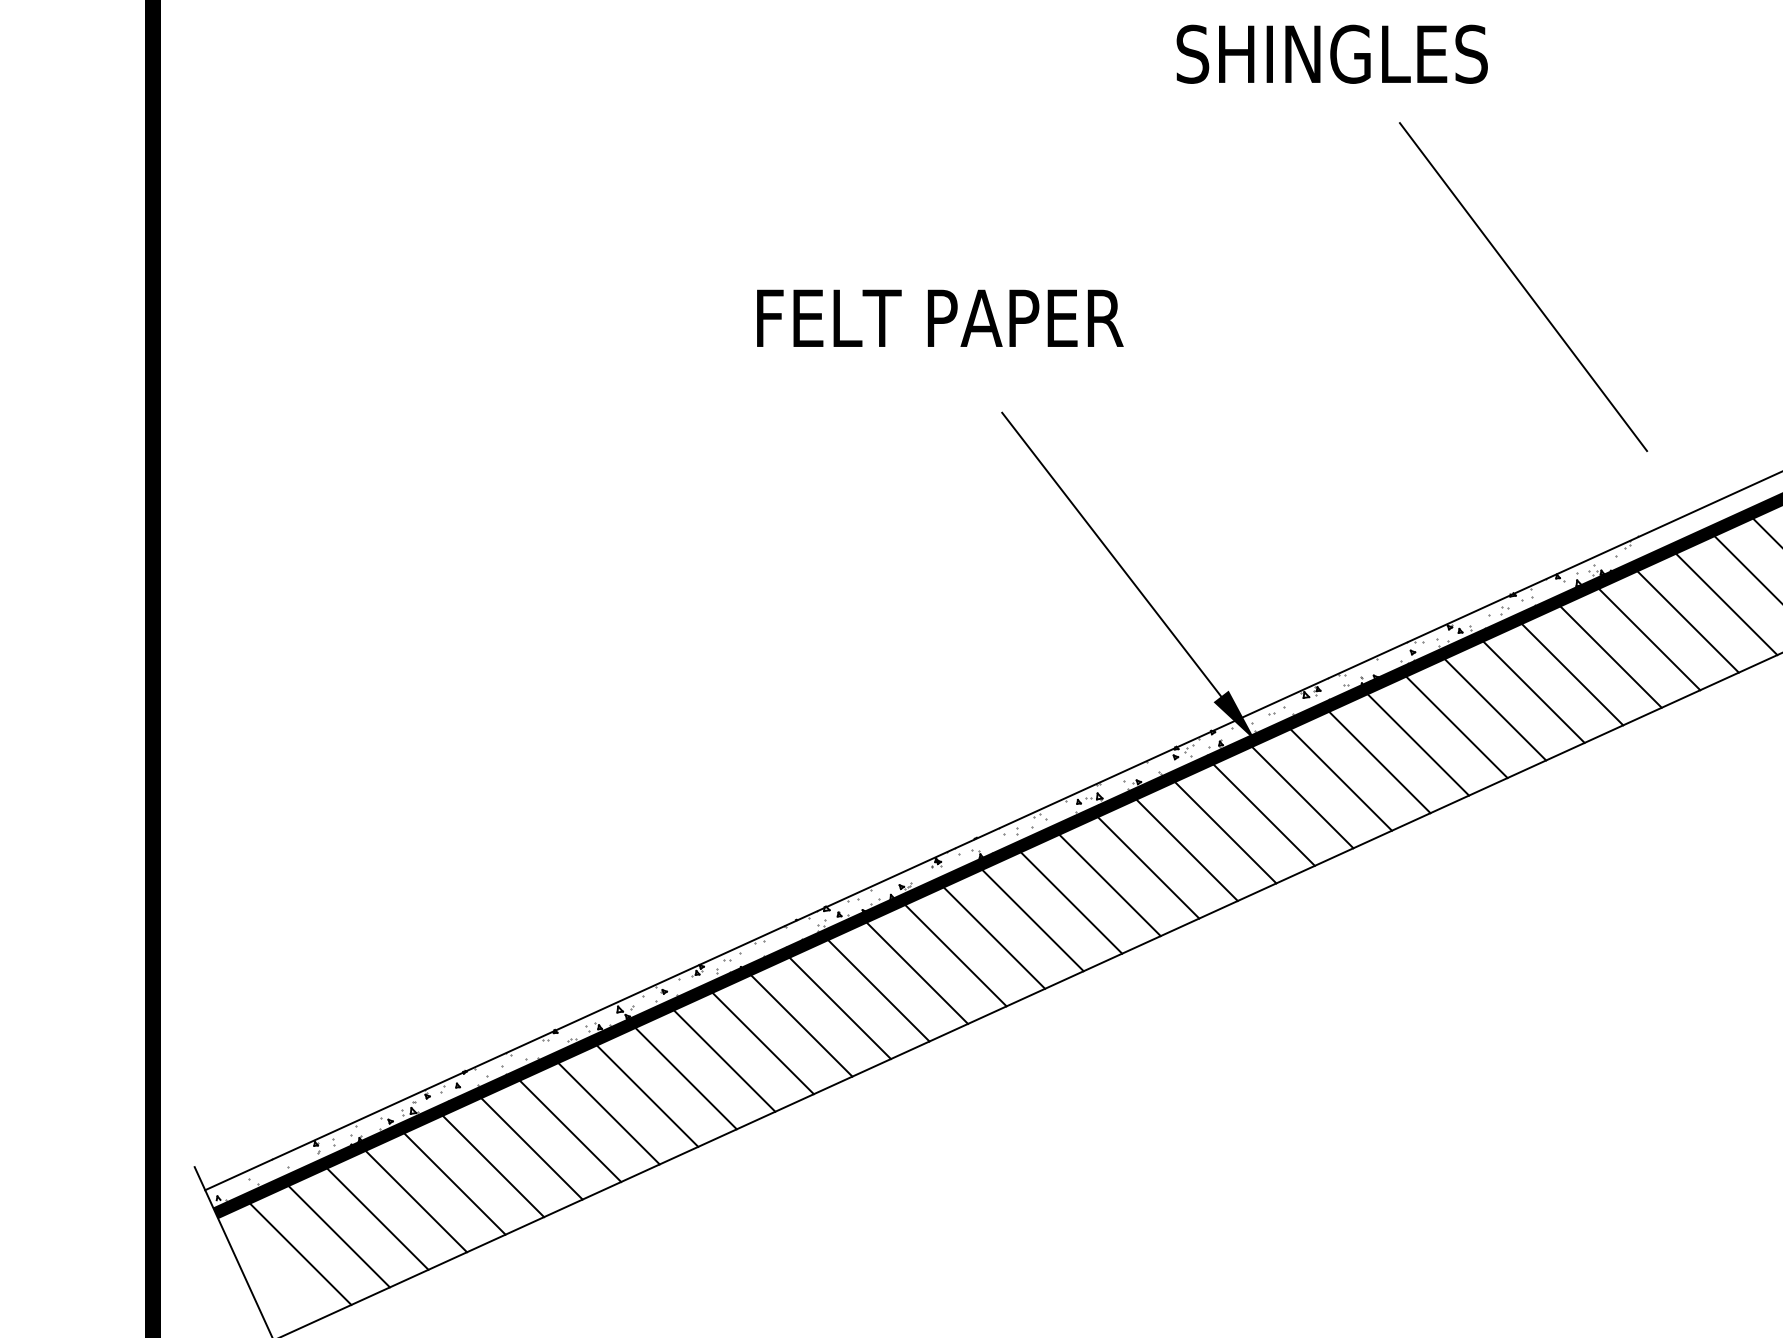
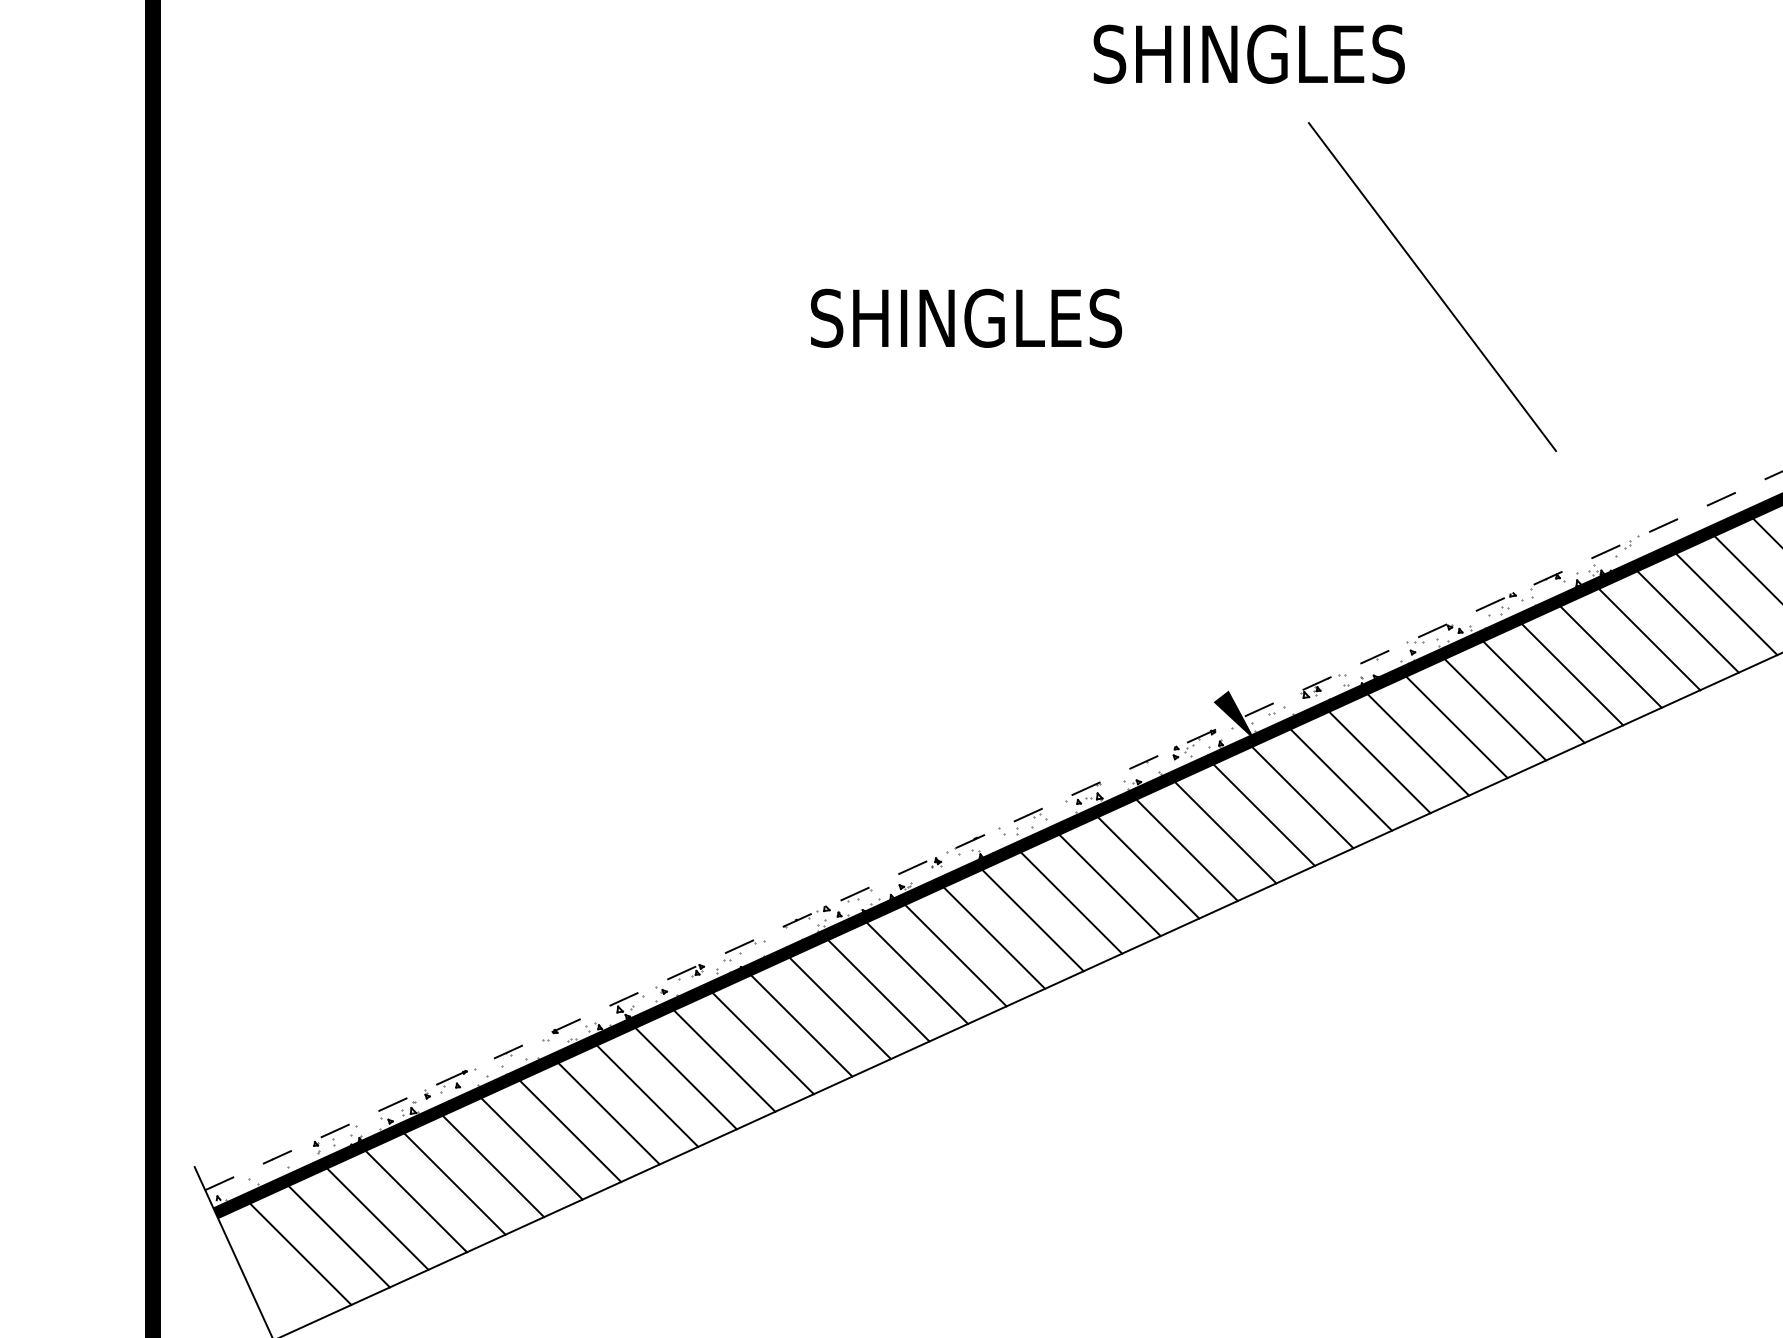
text at (1331, 53) position: (1331, 53) -> (1248, 53)
line at (1523, 286) position: (1523, 286) -> (1432, 286)
text at (940, 317): FELT PAPER -> SHINGLES
line at (1111, 554): present -> none
line at (993, 830): solid -> dashed
